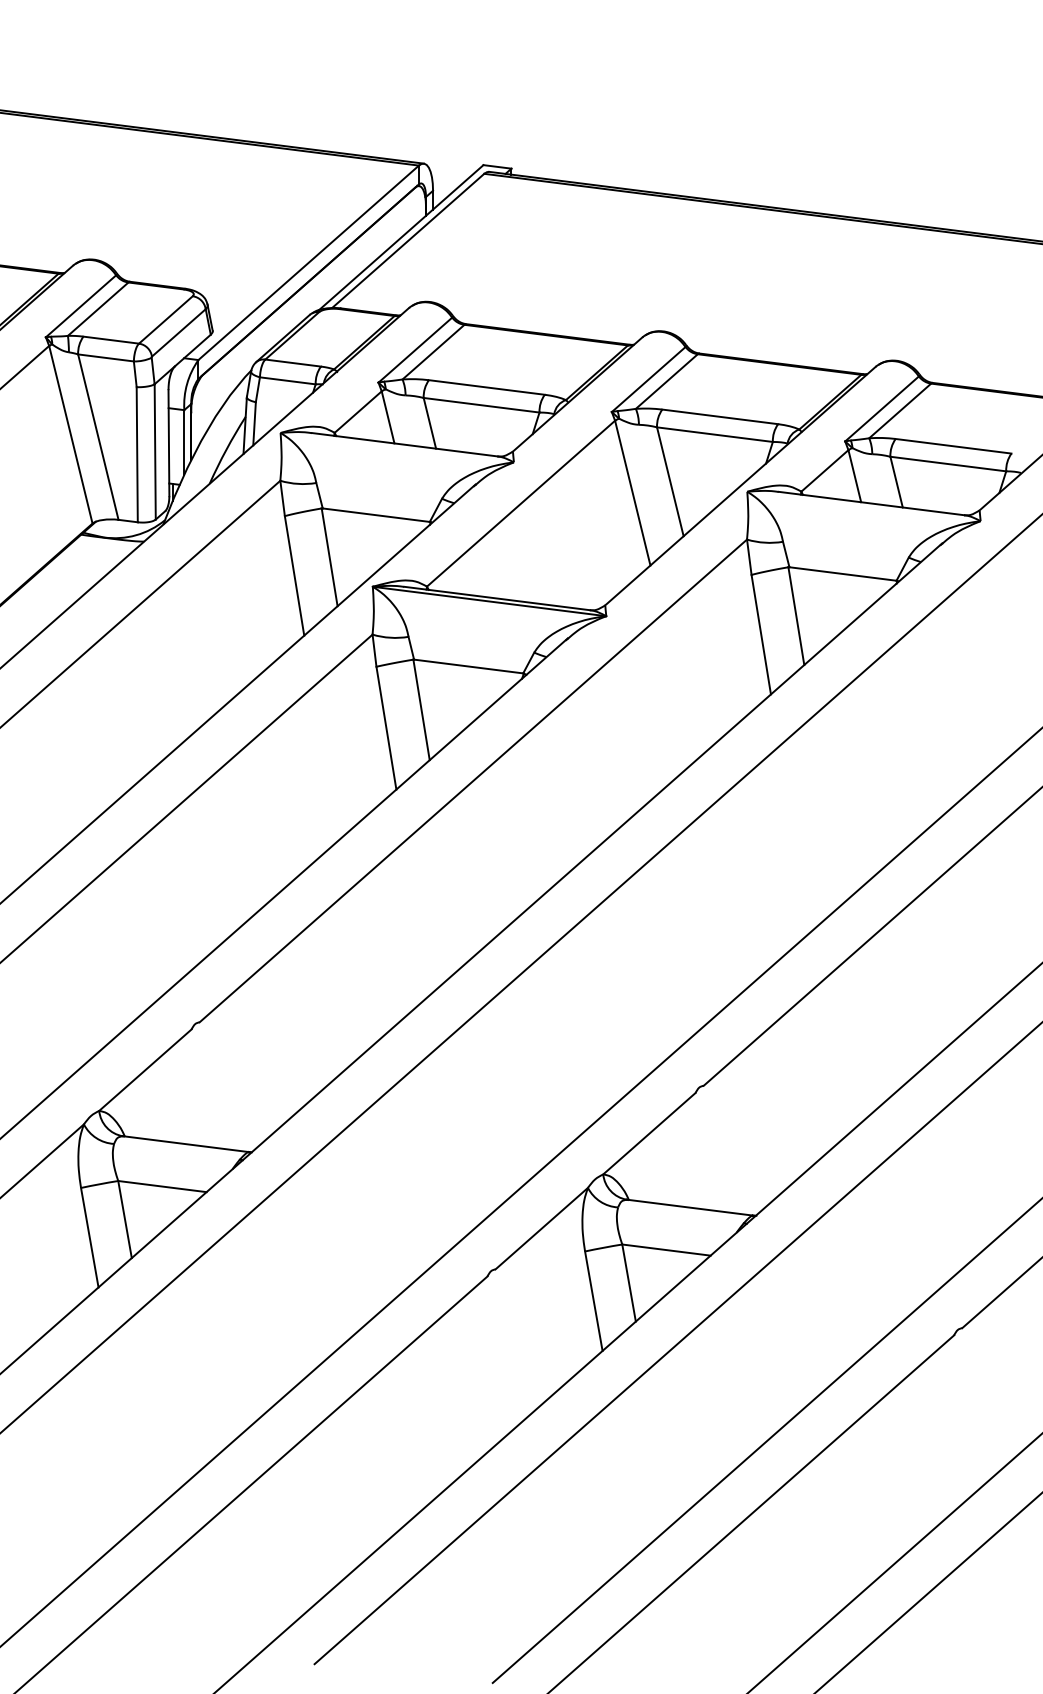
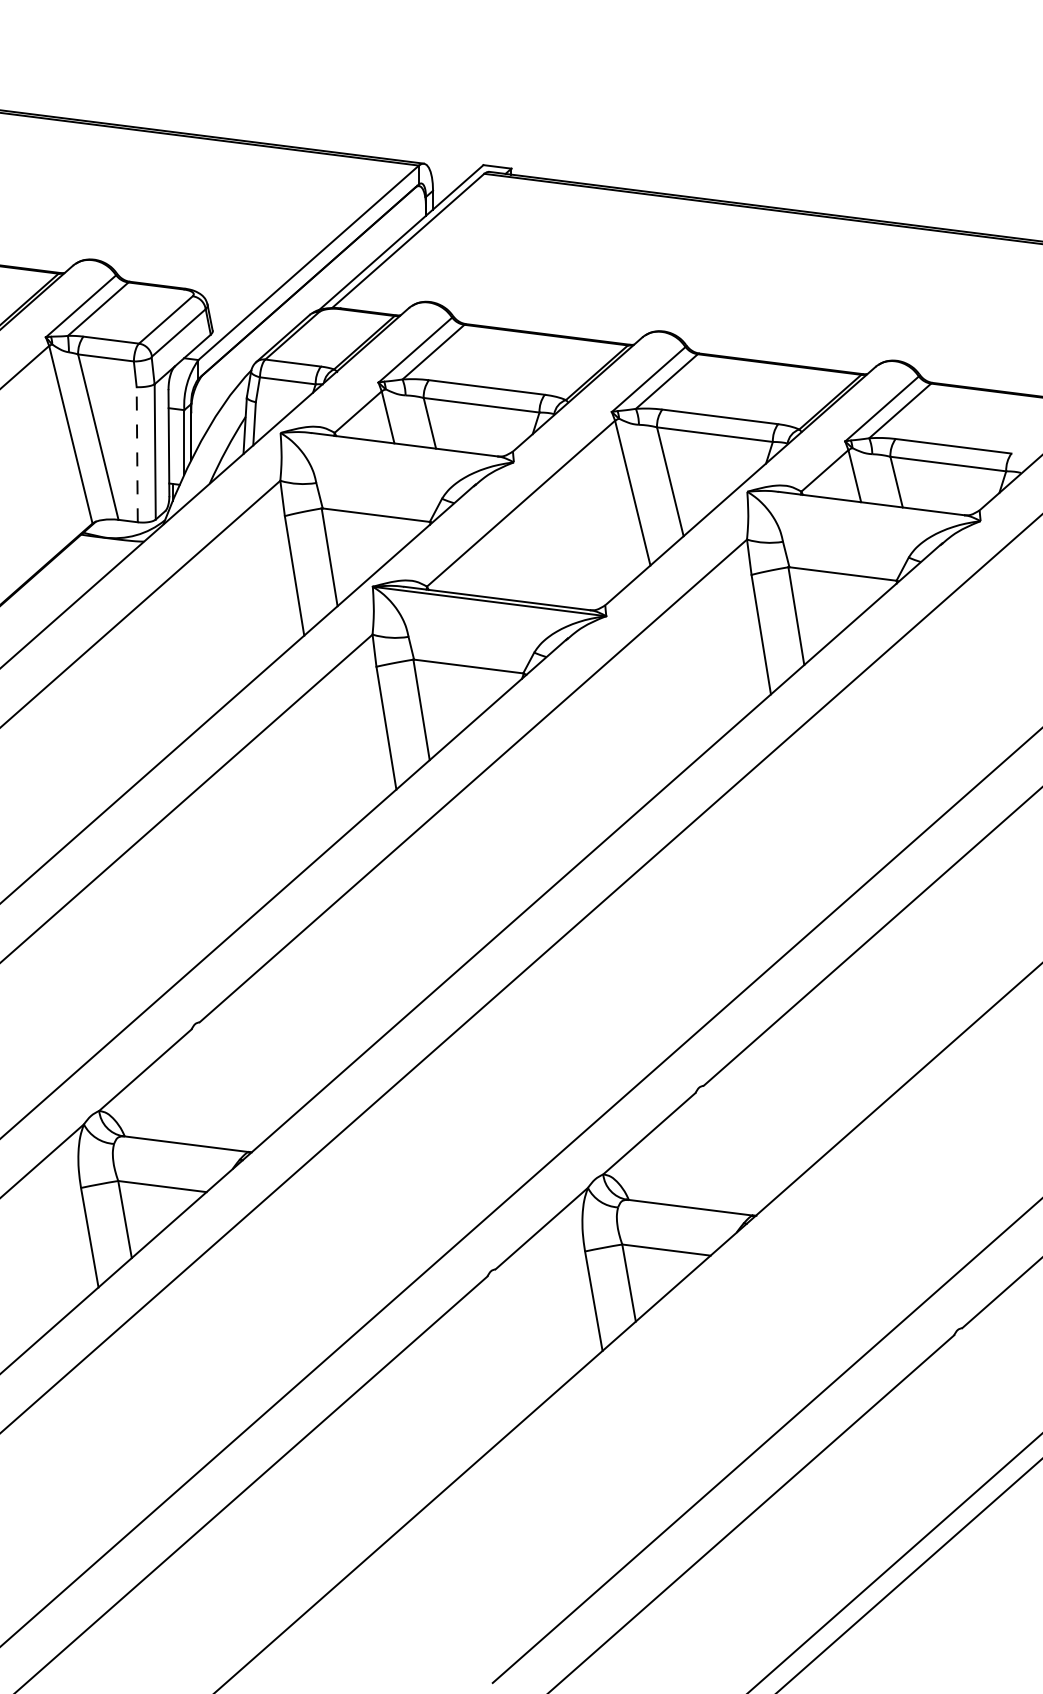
line at (137, 454): solid -> dashed
line at (676, 1344): present -> none
line at (928, 1592) position: (928, 1592) -> (909, 1575)
